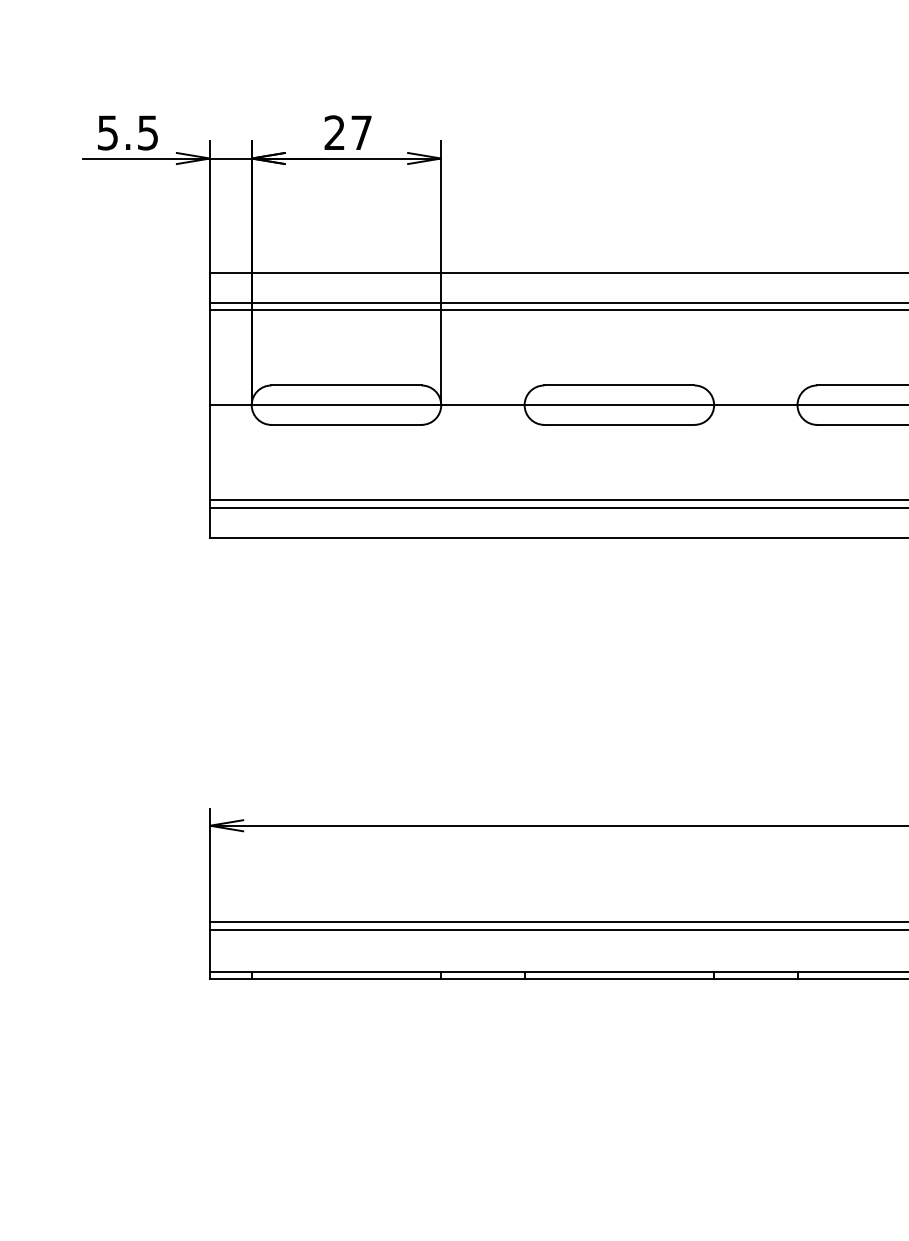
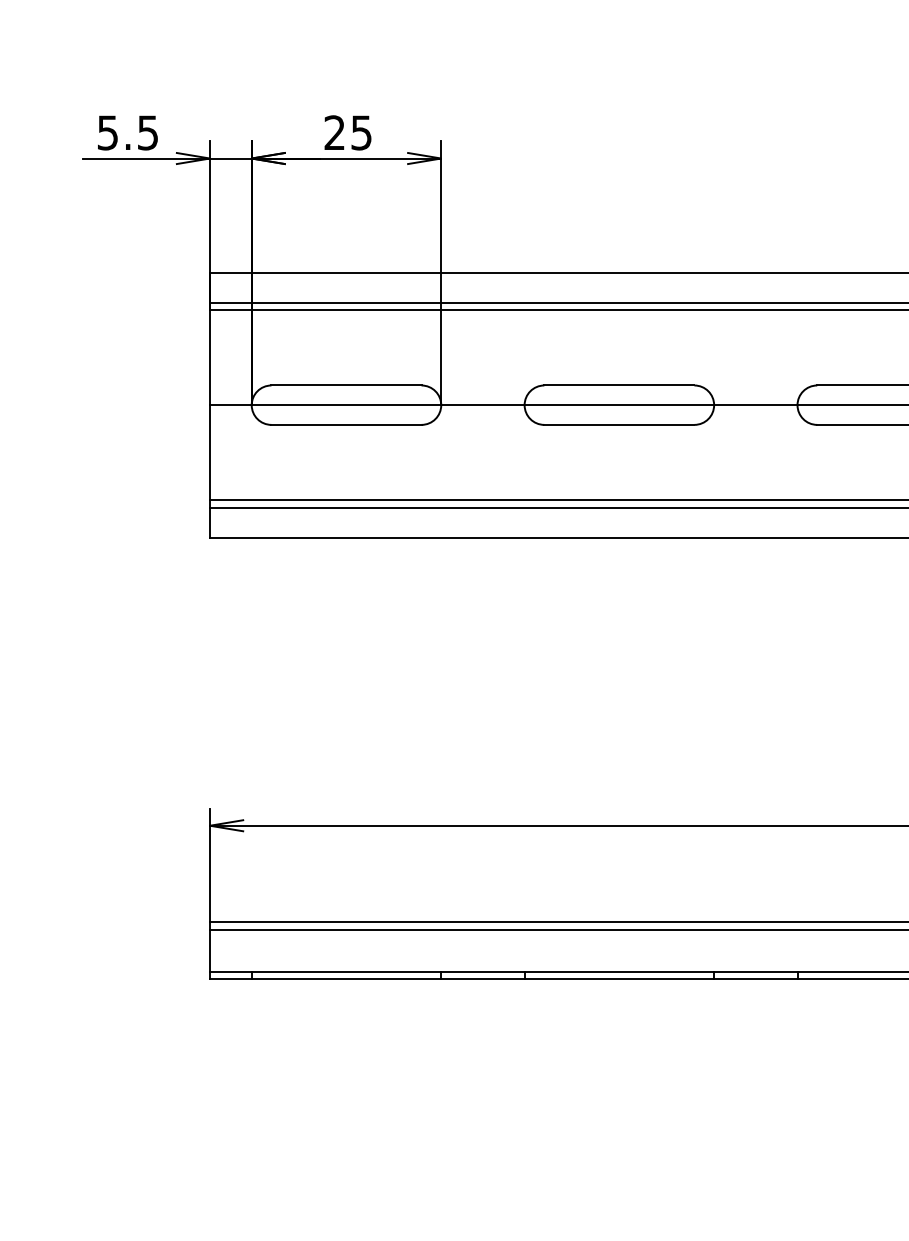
text at (361, 132): 27 -> 25
